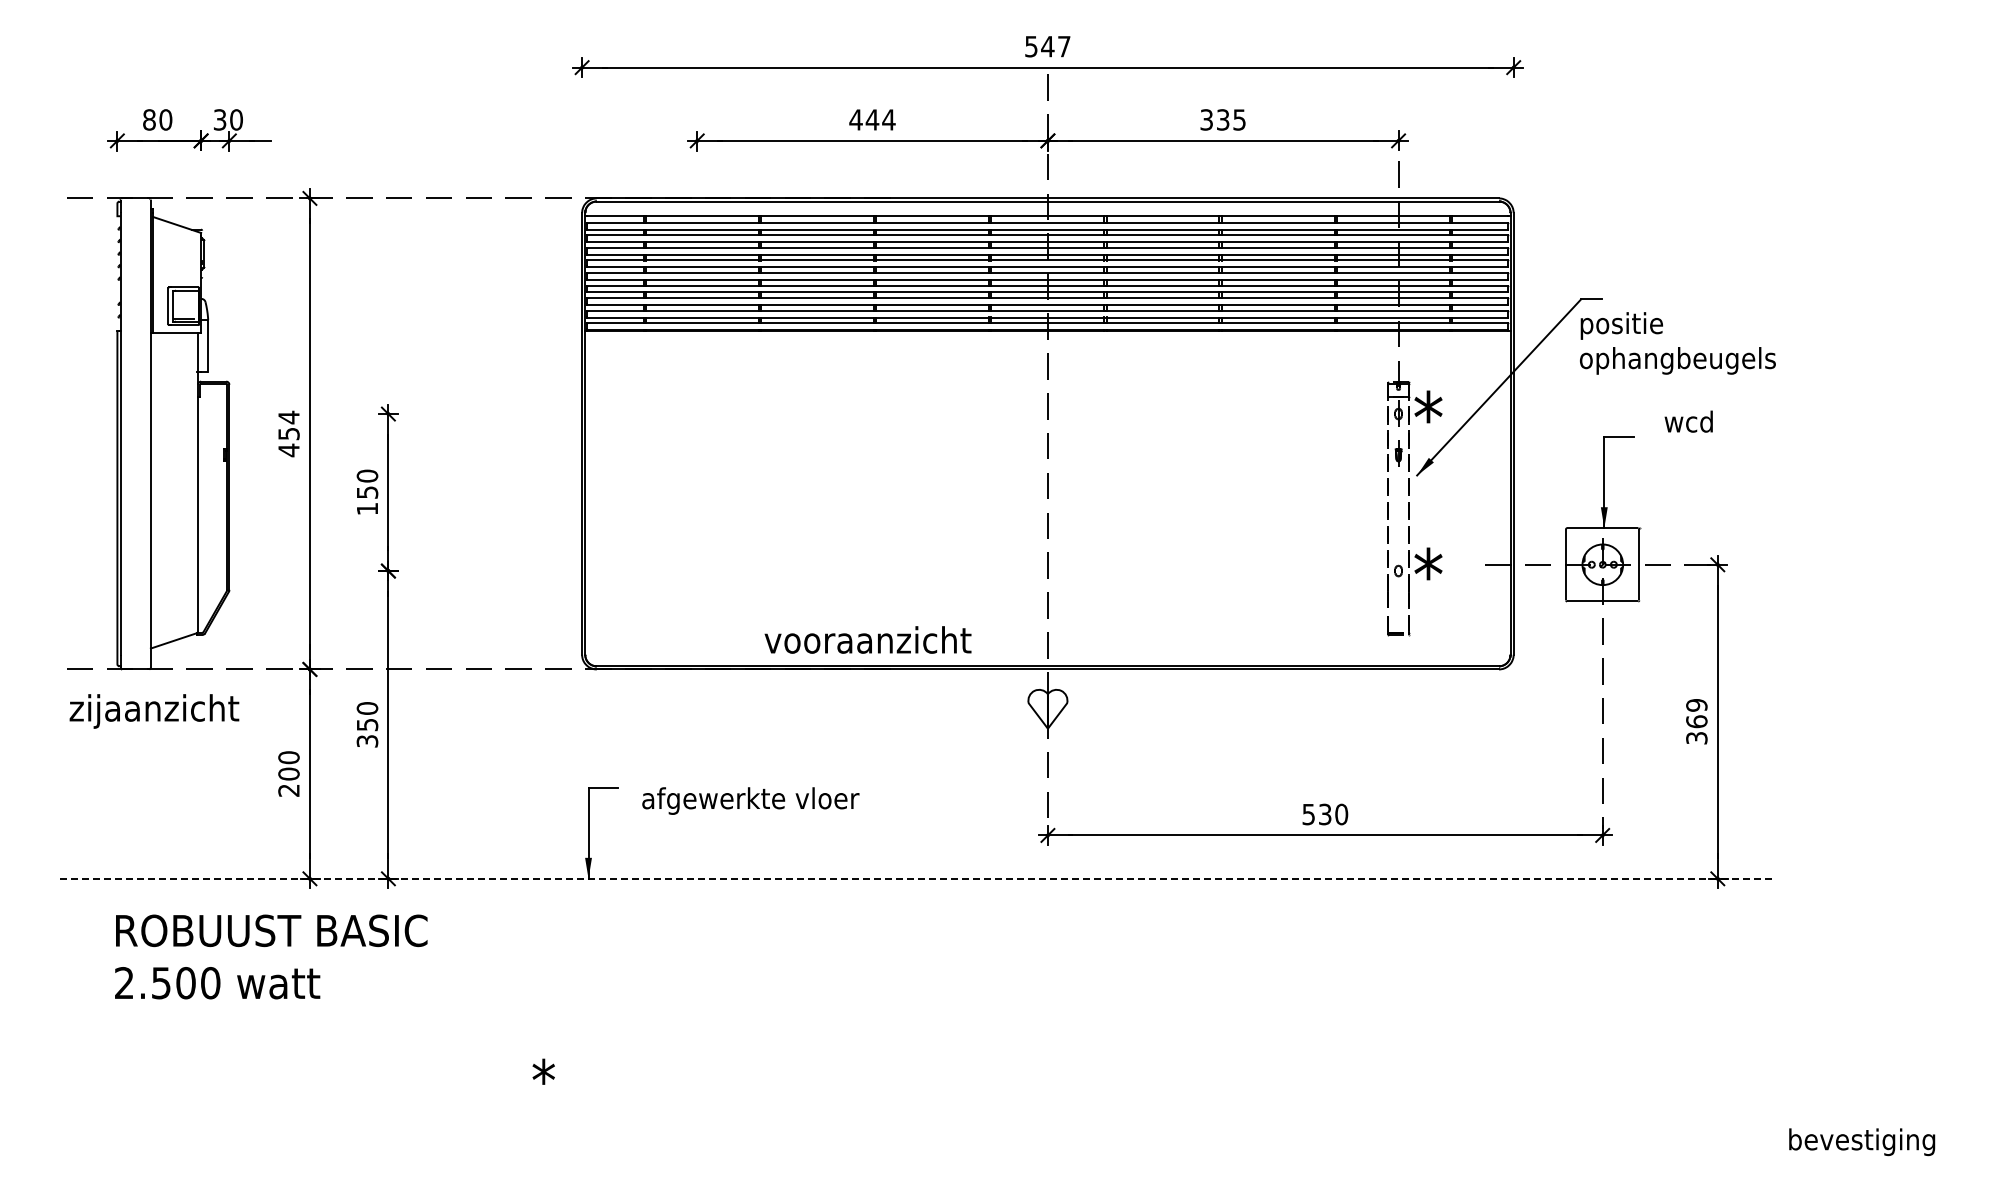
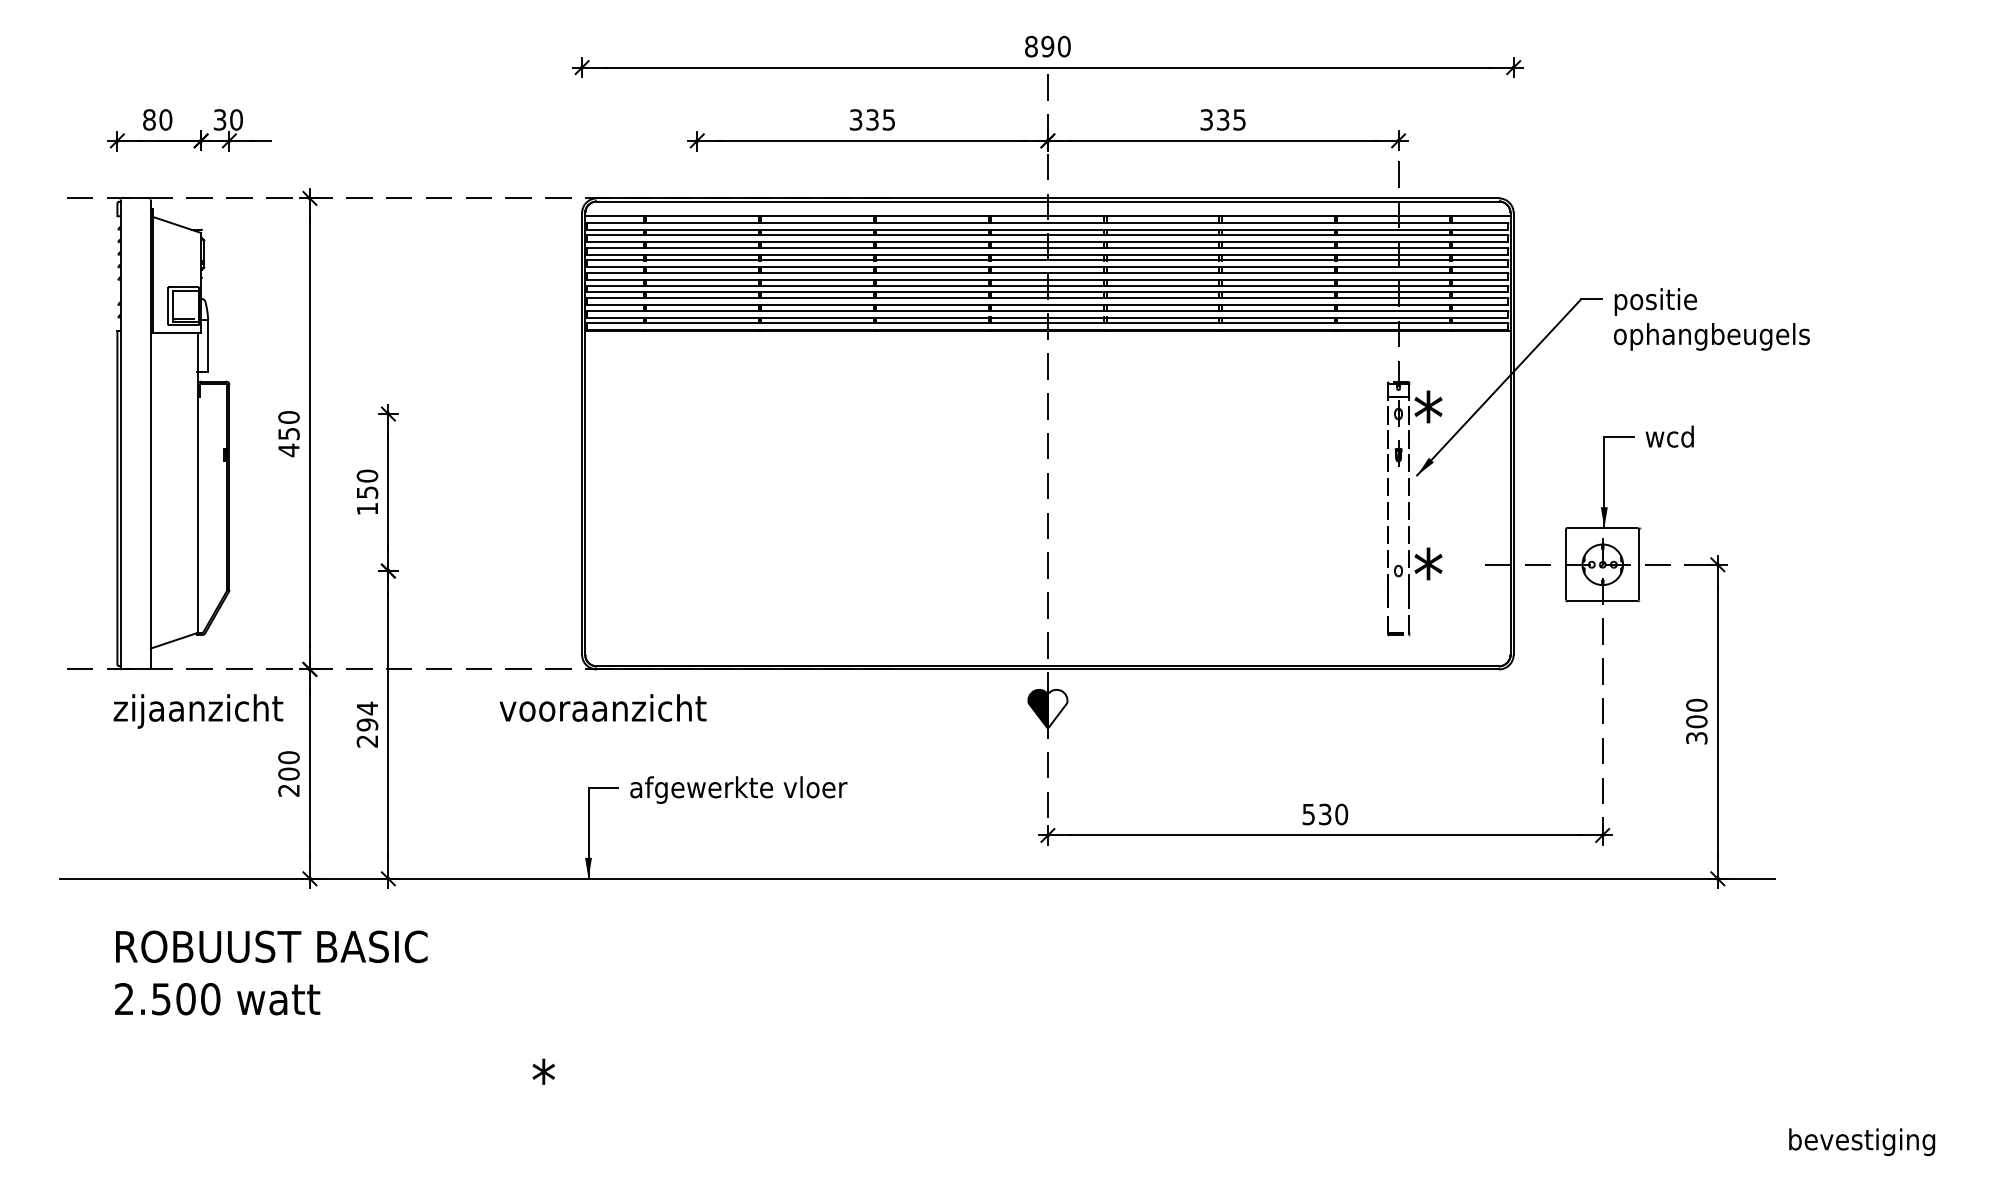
text at (1047, 46): 547 -> 890
text at (872, 119): 444 -> 335
text at (1677, 343) position: (1677, 343) -> (1711, 319)
text at (288, 417): 454 -> 450
text at (1688, 421) position: (1688, 421) -> (1669, 436)
text at (867, 639) position: (867, 639) -> (602, 707)
fill at (1037, 708): none -> present
text at (154, 711) position: (154, 711) -> (198, 711)
text at (1696, 713): 369 -> 300
text at (367, 724): 350 -> 294
text at (750, 800) position: (750, 800) -> (738, 789)
line at (917, 878): dashed -> solid
text at (271, 956) position: (271, 956) -> (271, 972)
